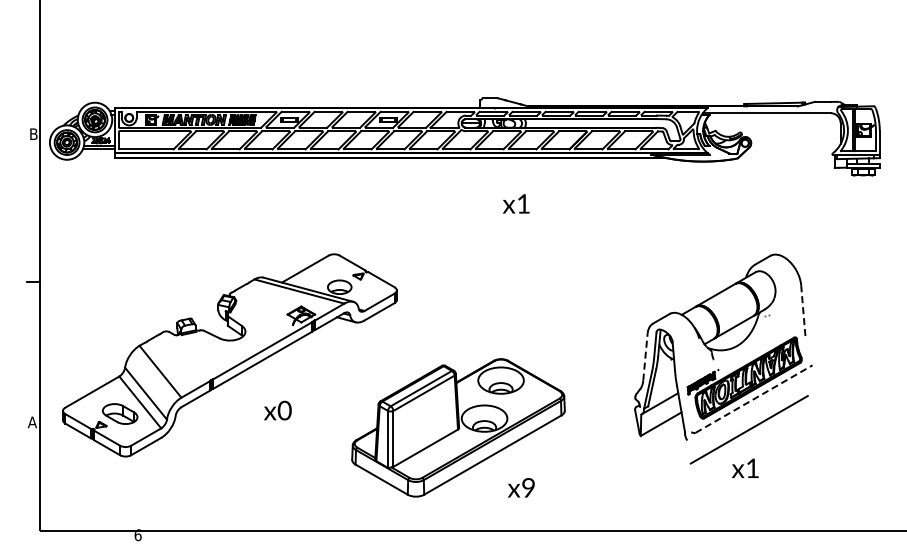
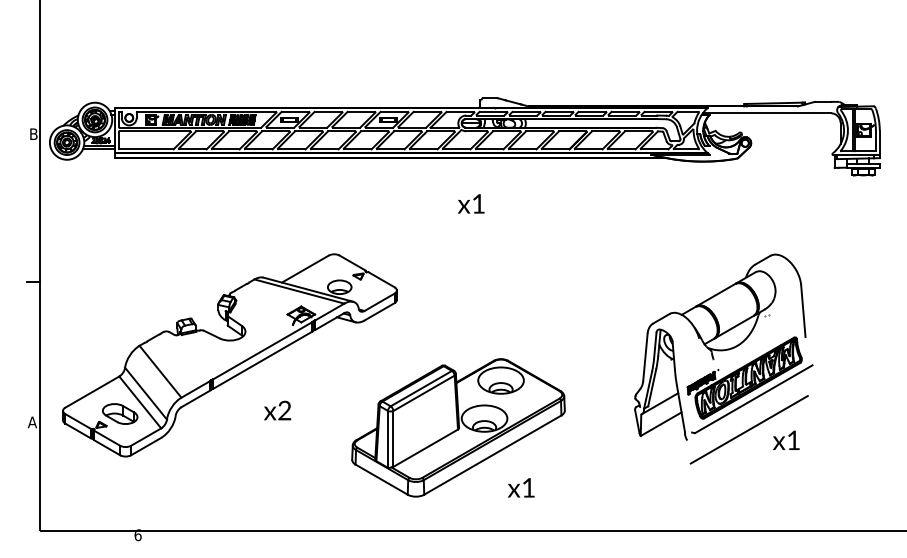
text at (516, 203) position: (516, 203) -> (471, 203)
line at (803, 311): dashed -> solid
line at (645, 356): dashed -> solid
line at (754, 398): dashed -> solid
text at (284, 410): x0 -> x2
text at (745, 467) position: (745, 467) -> (786, 439)
text at (528, 487): x9 -> x1
